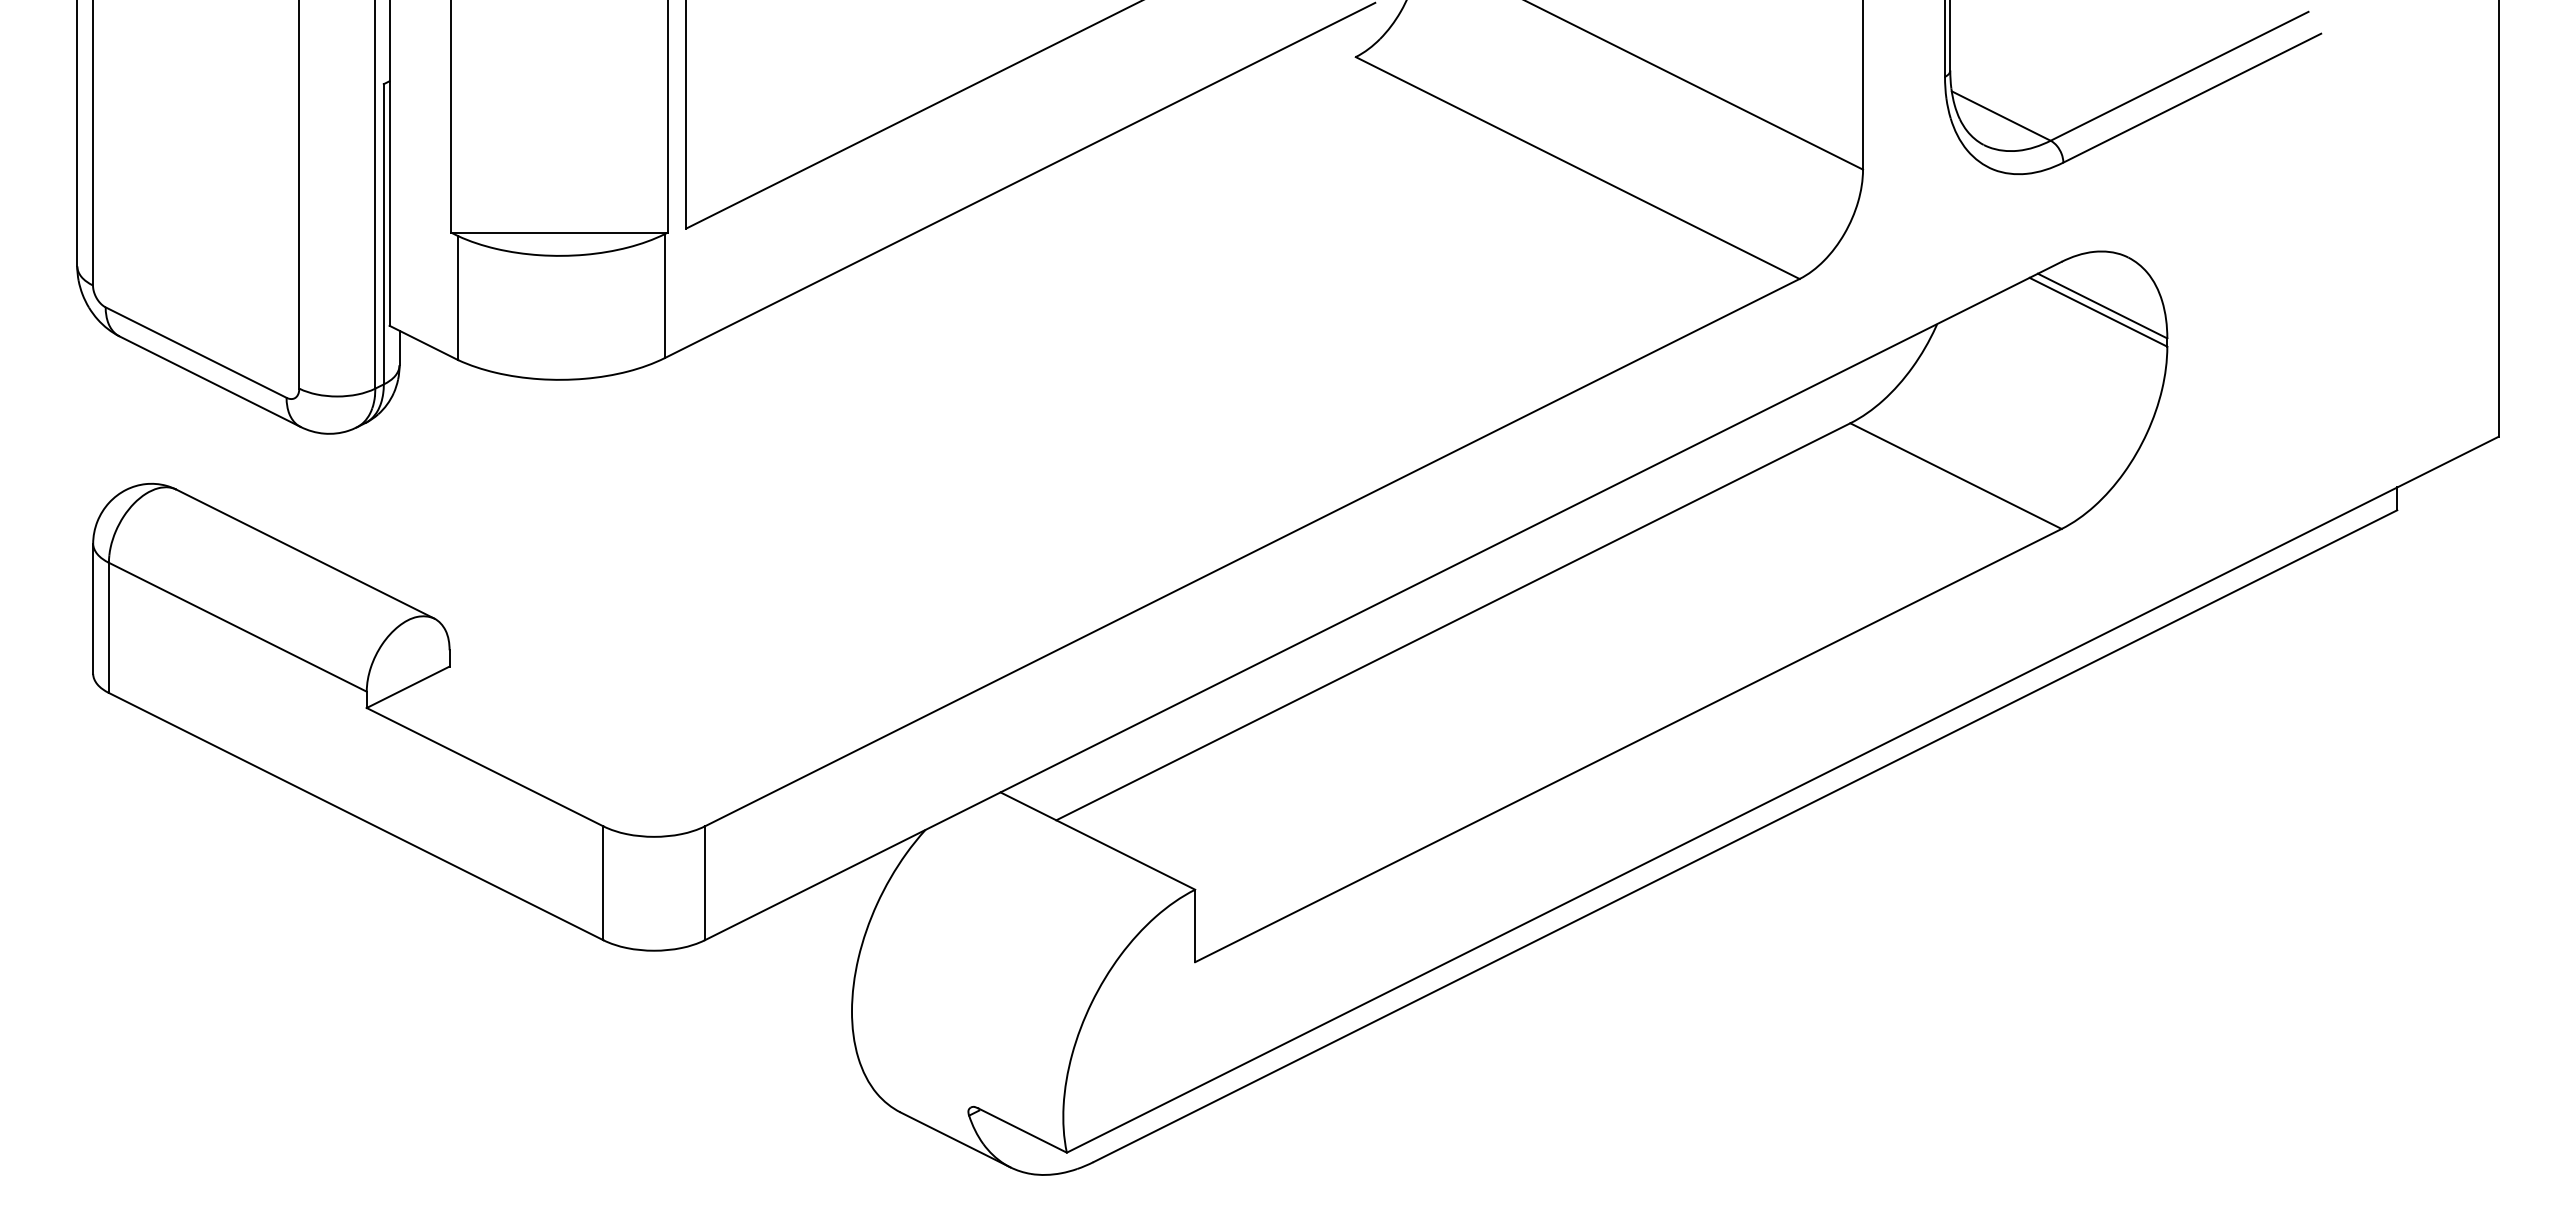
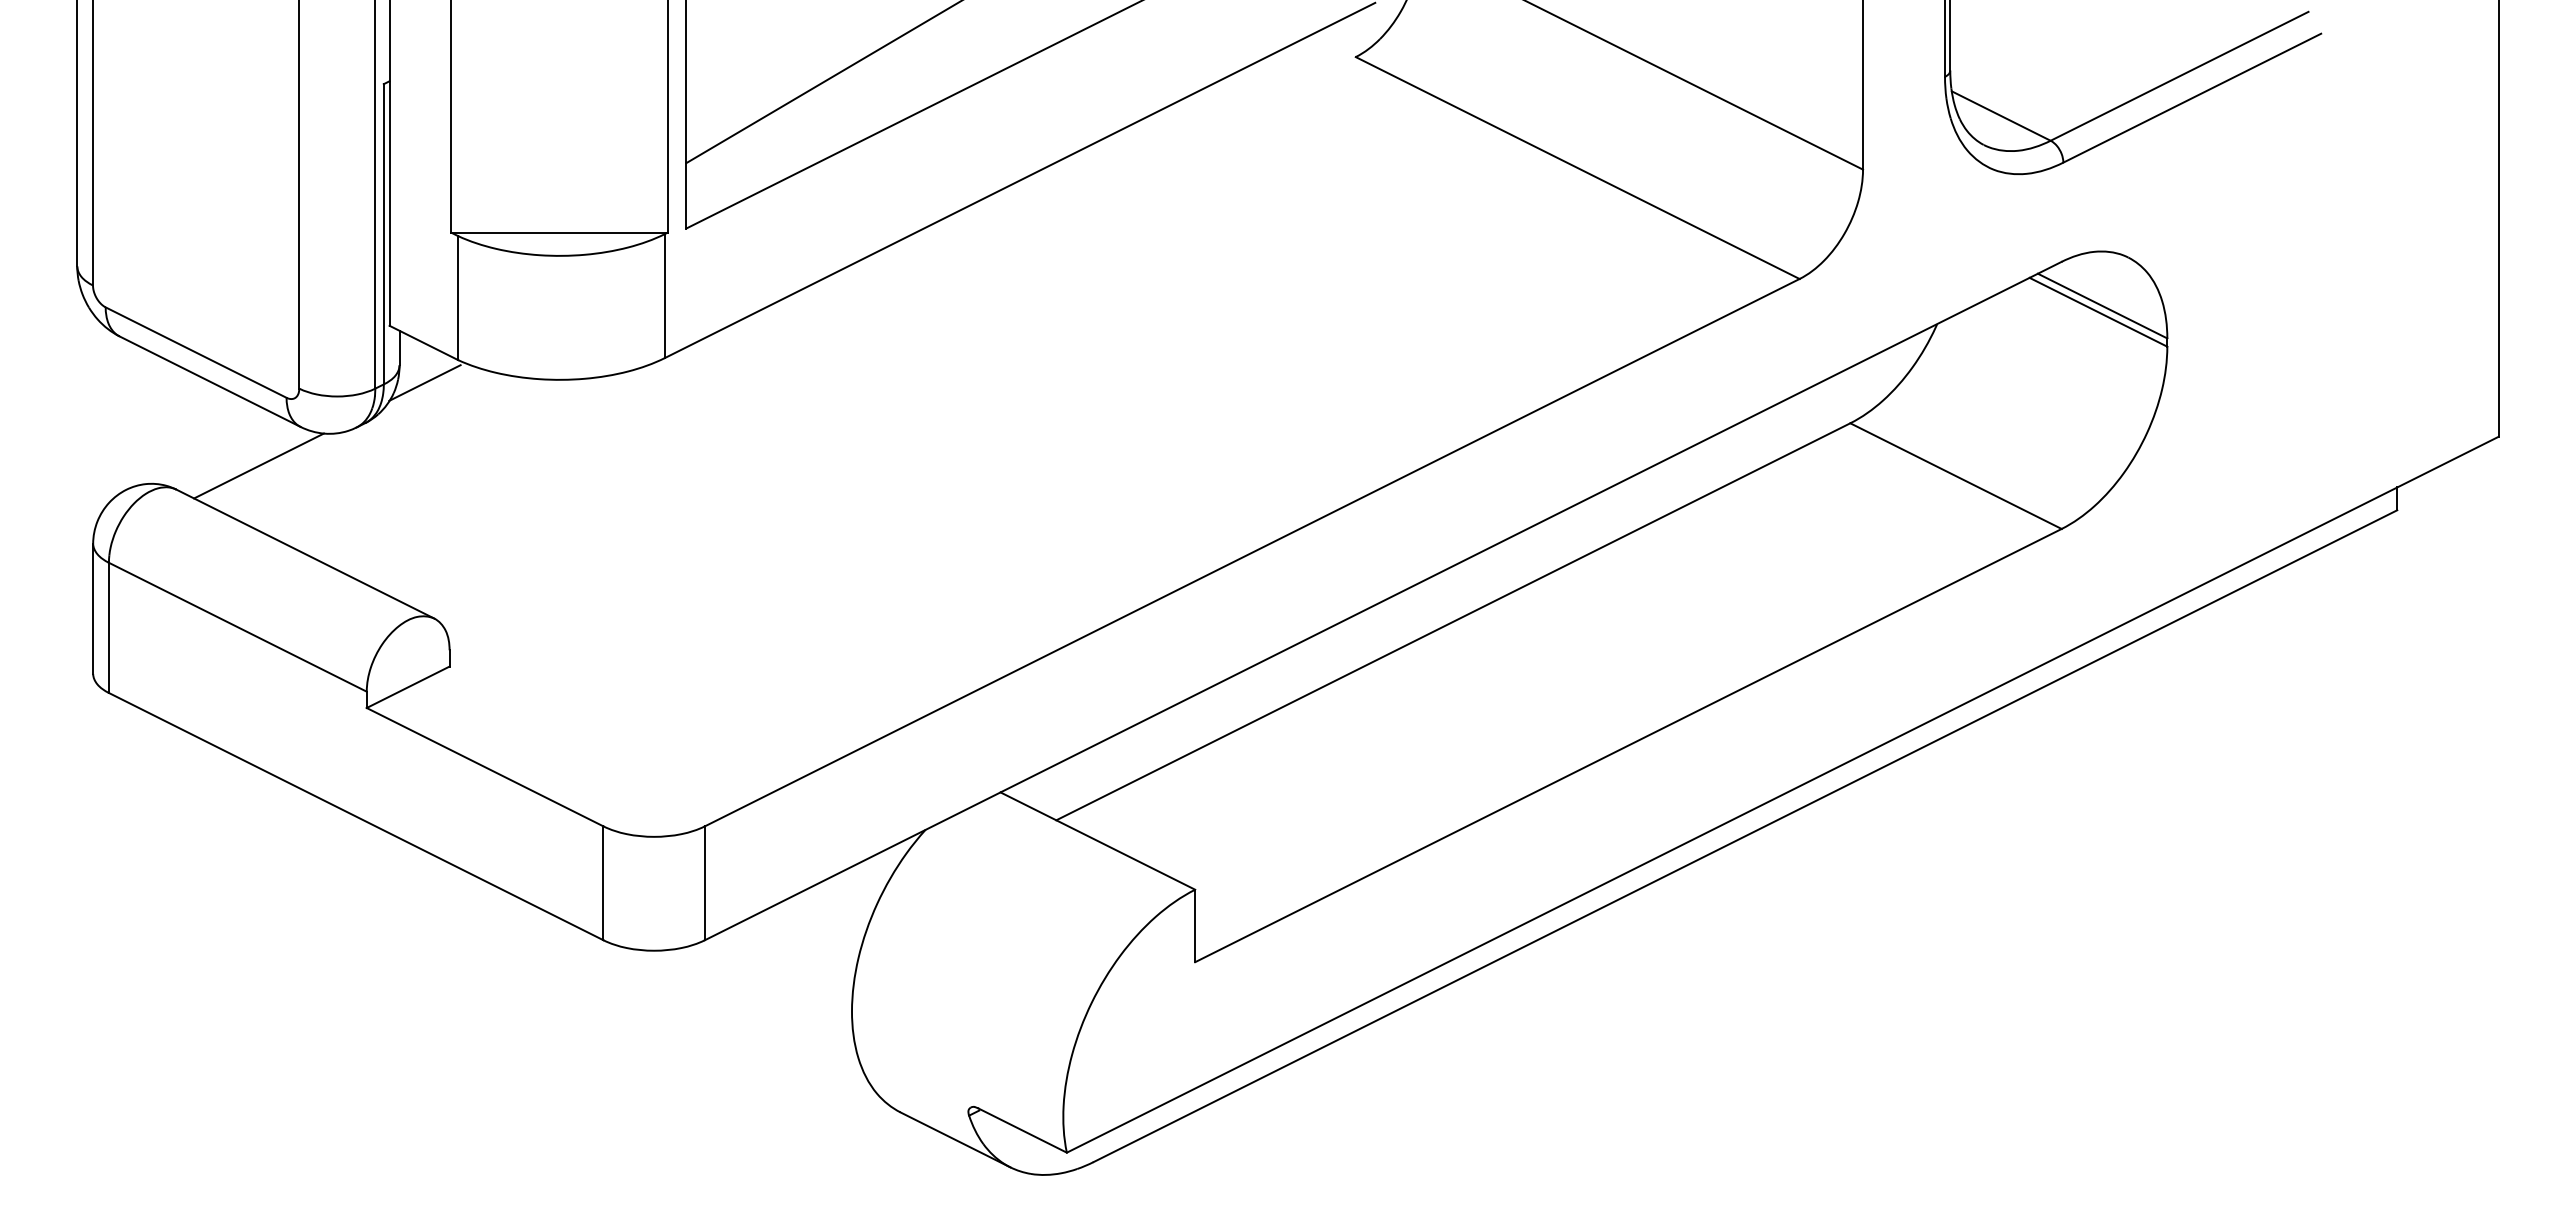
line at (822, 82): none -> present
line at (424, 382): none -> present
line at (258, 465): none -> present
